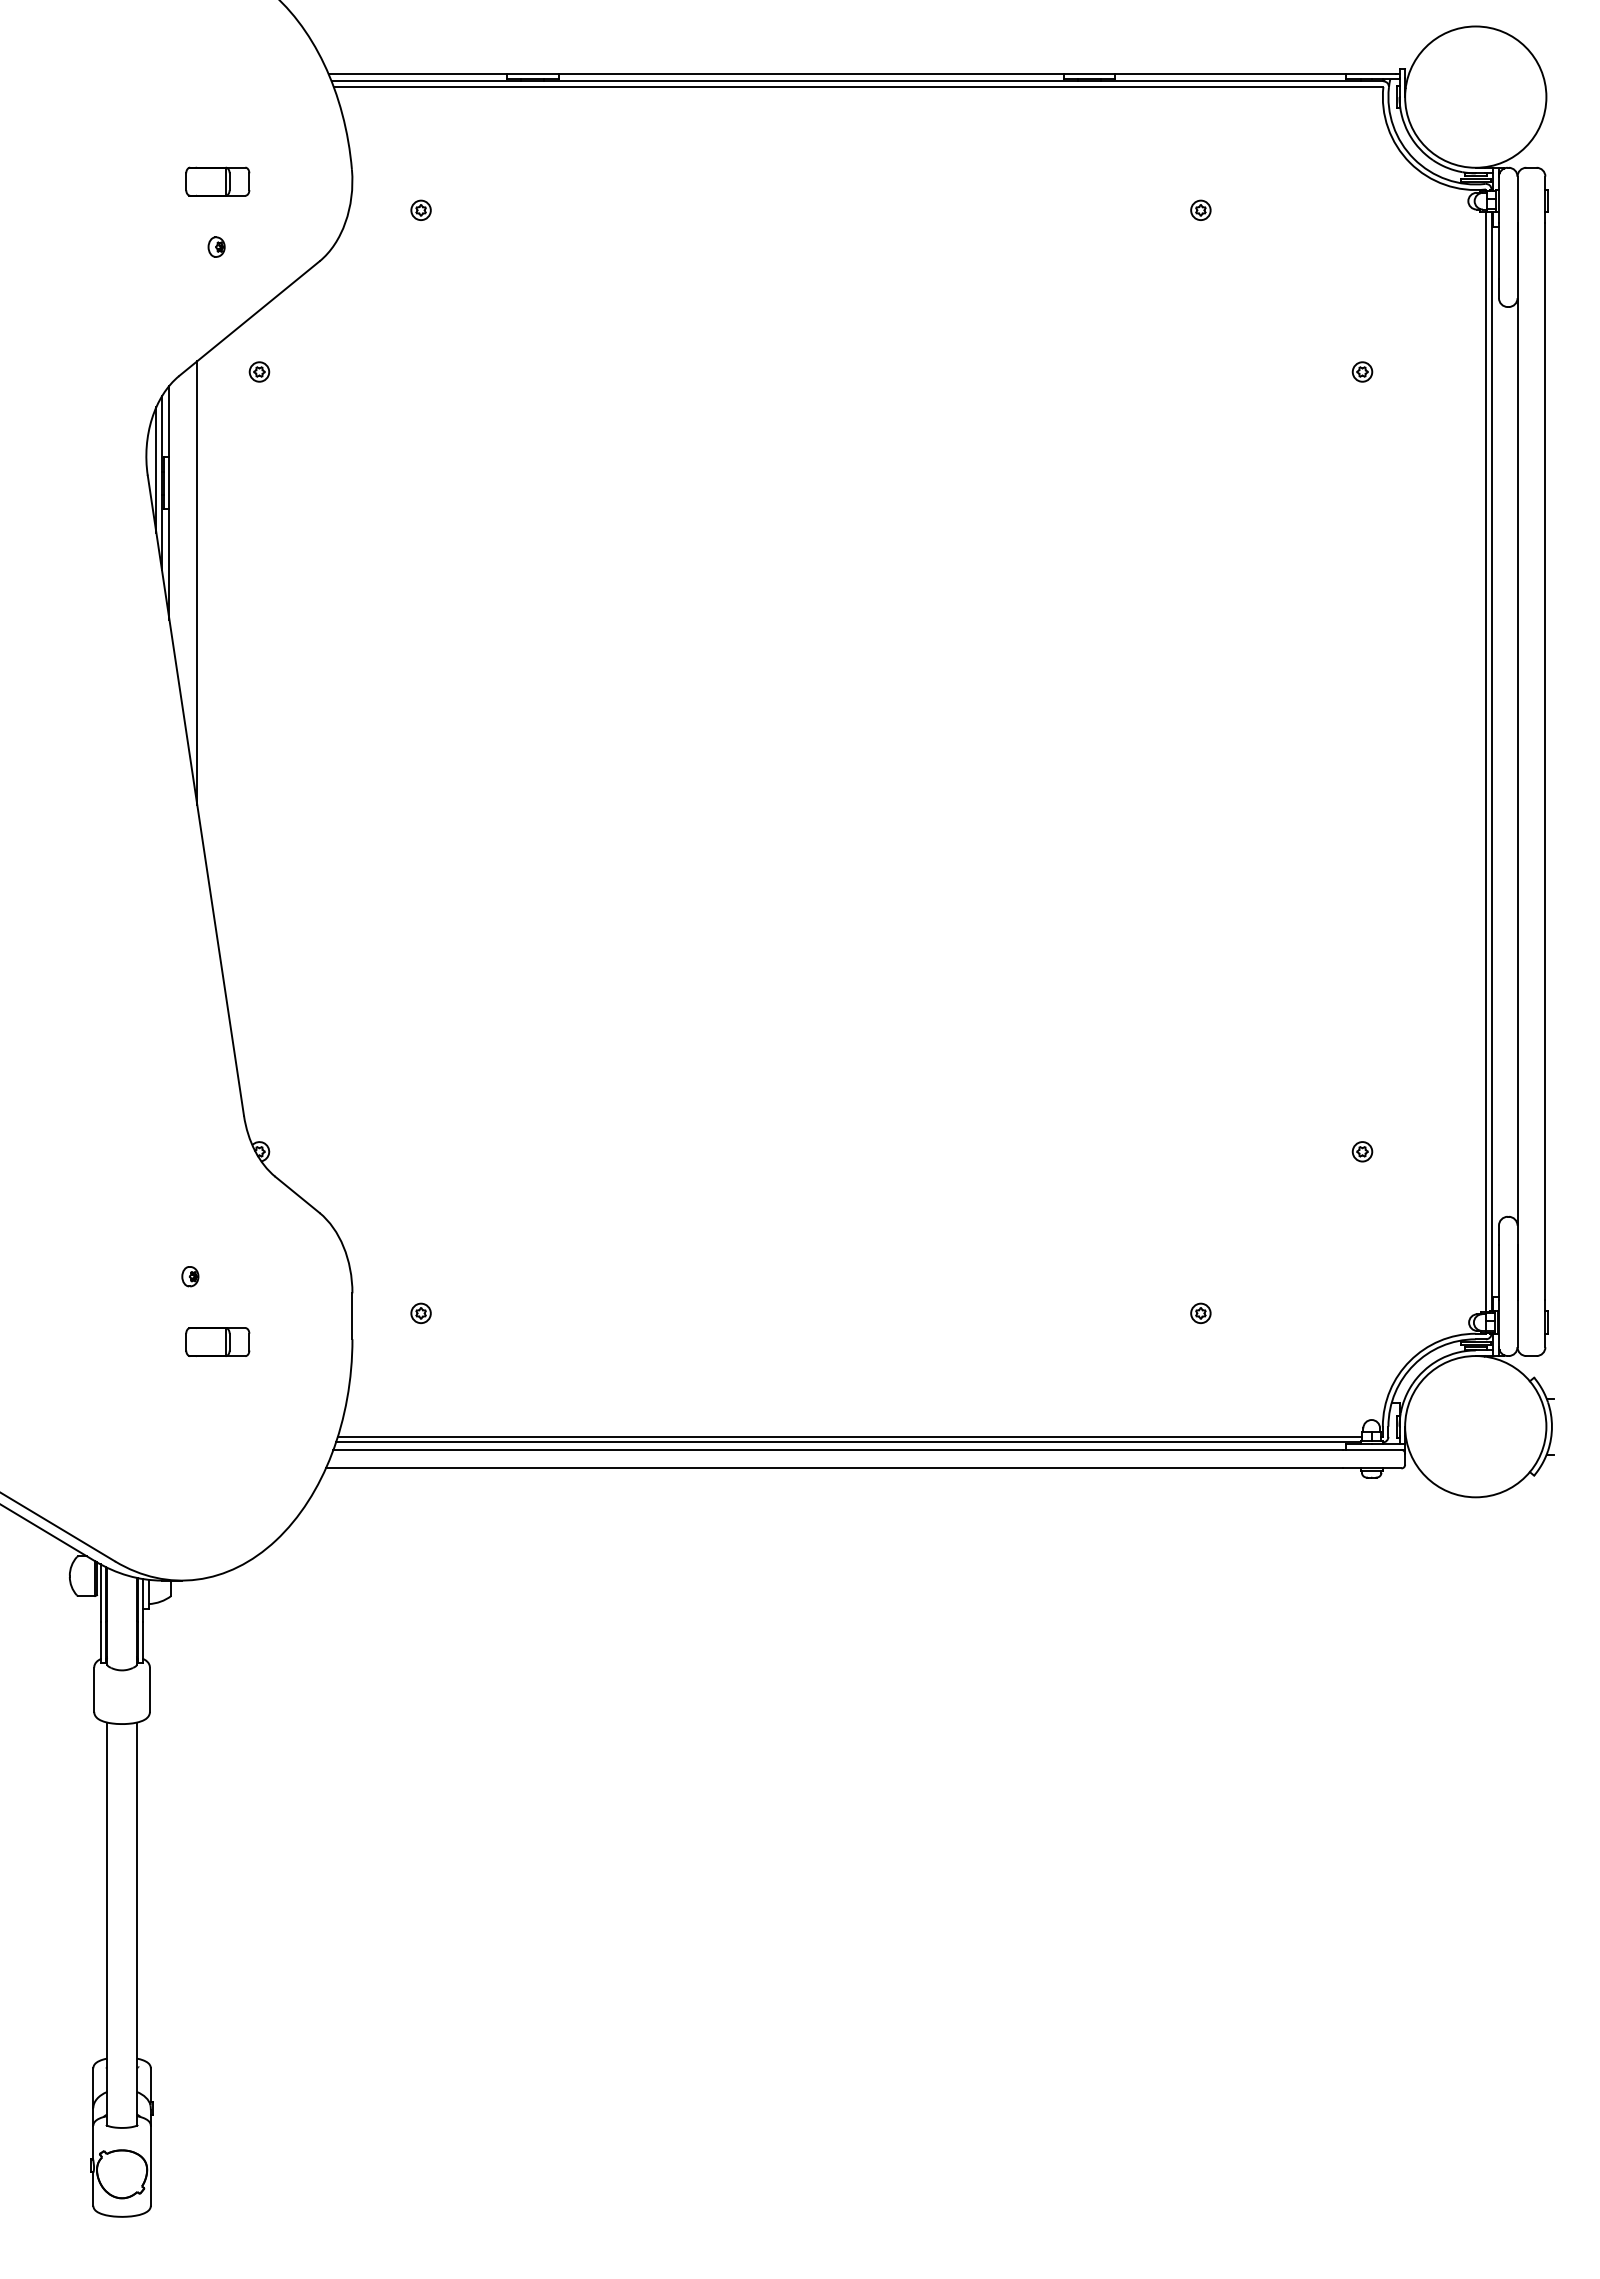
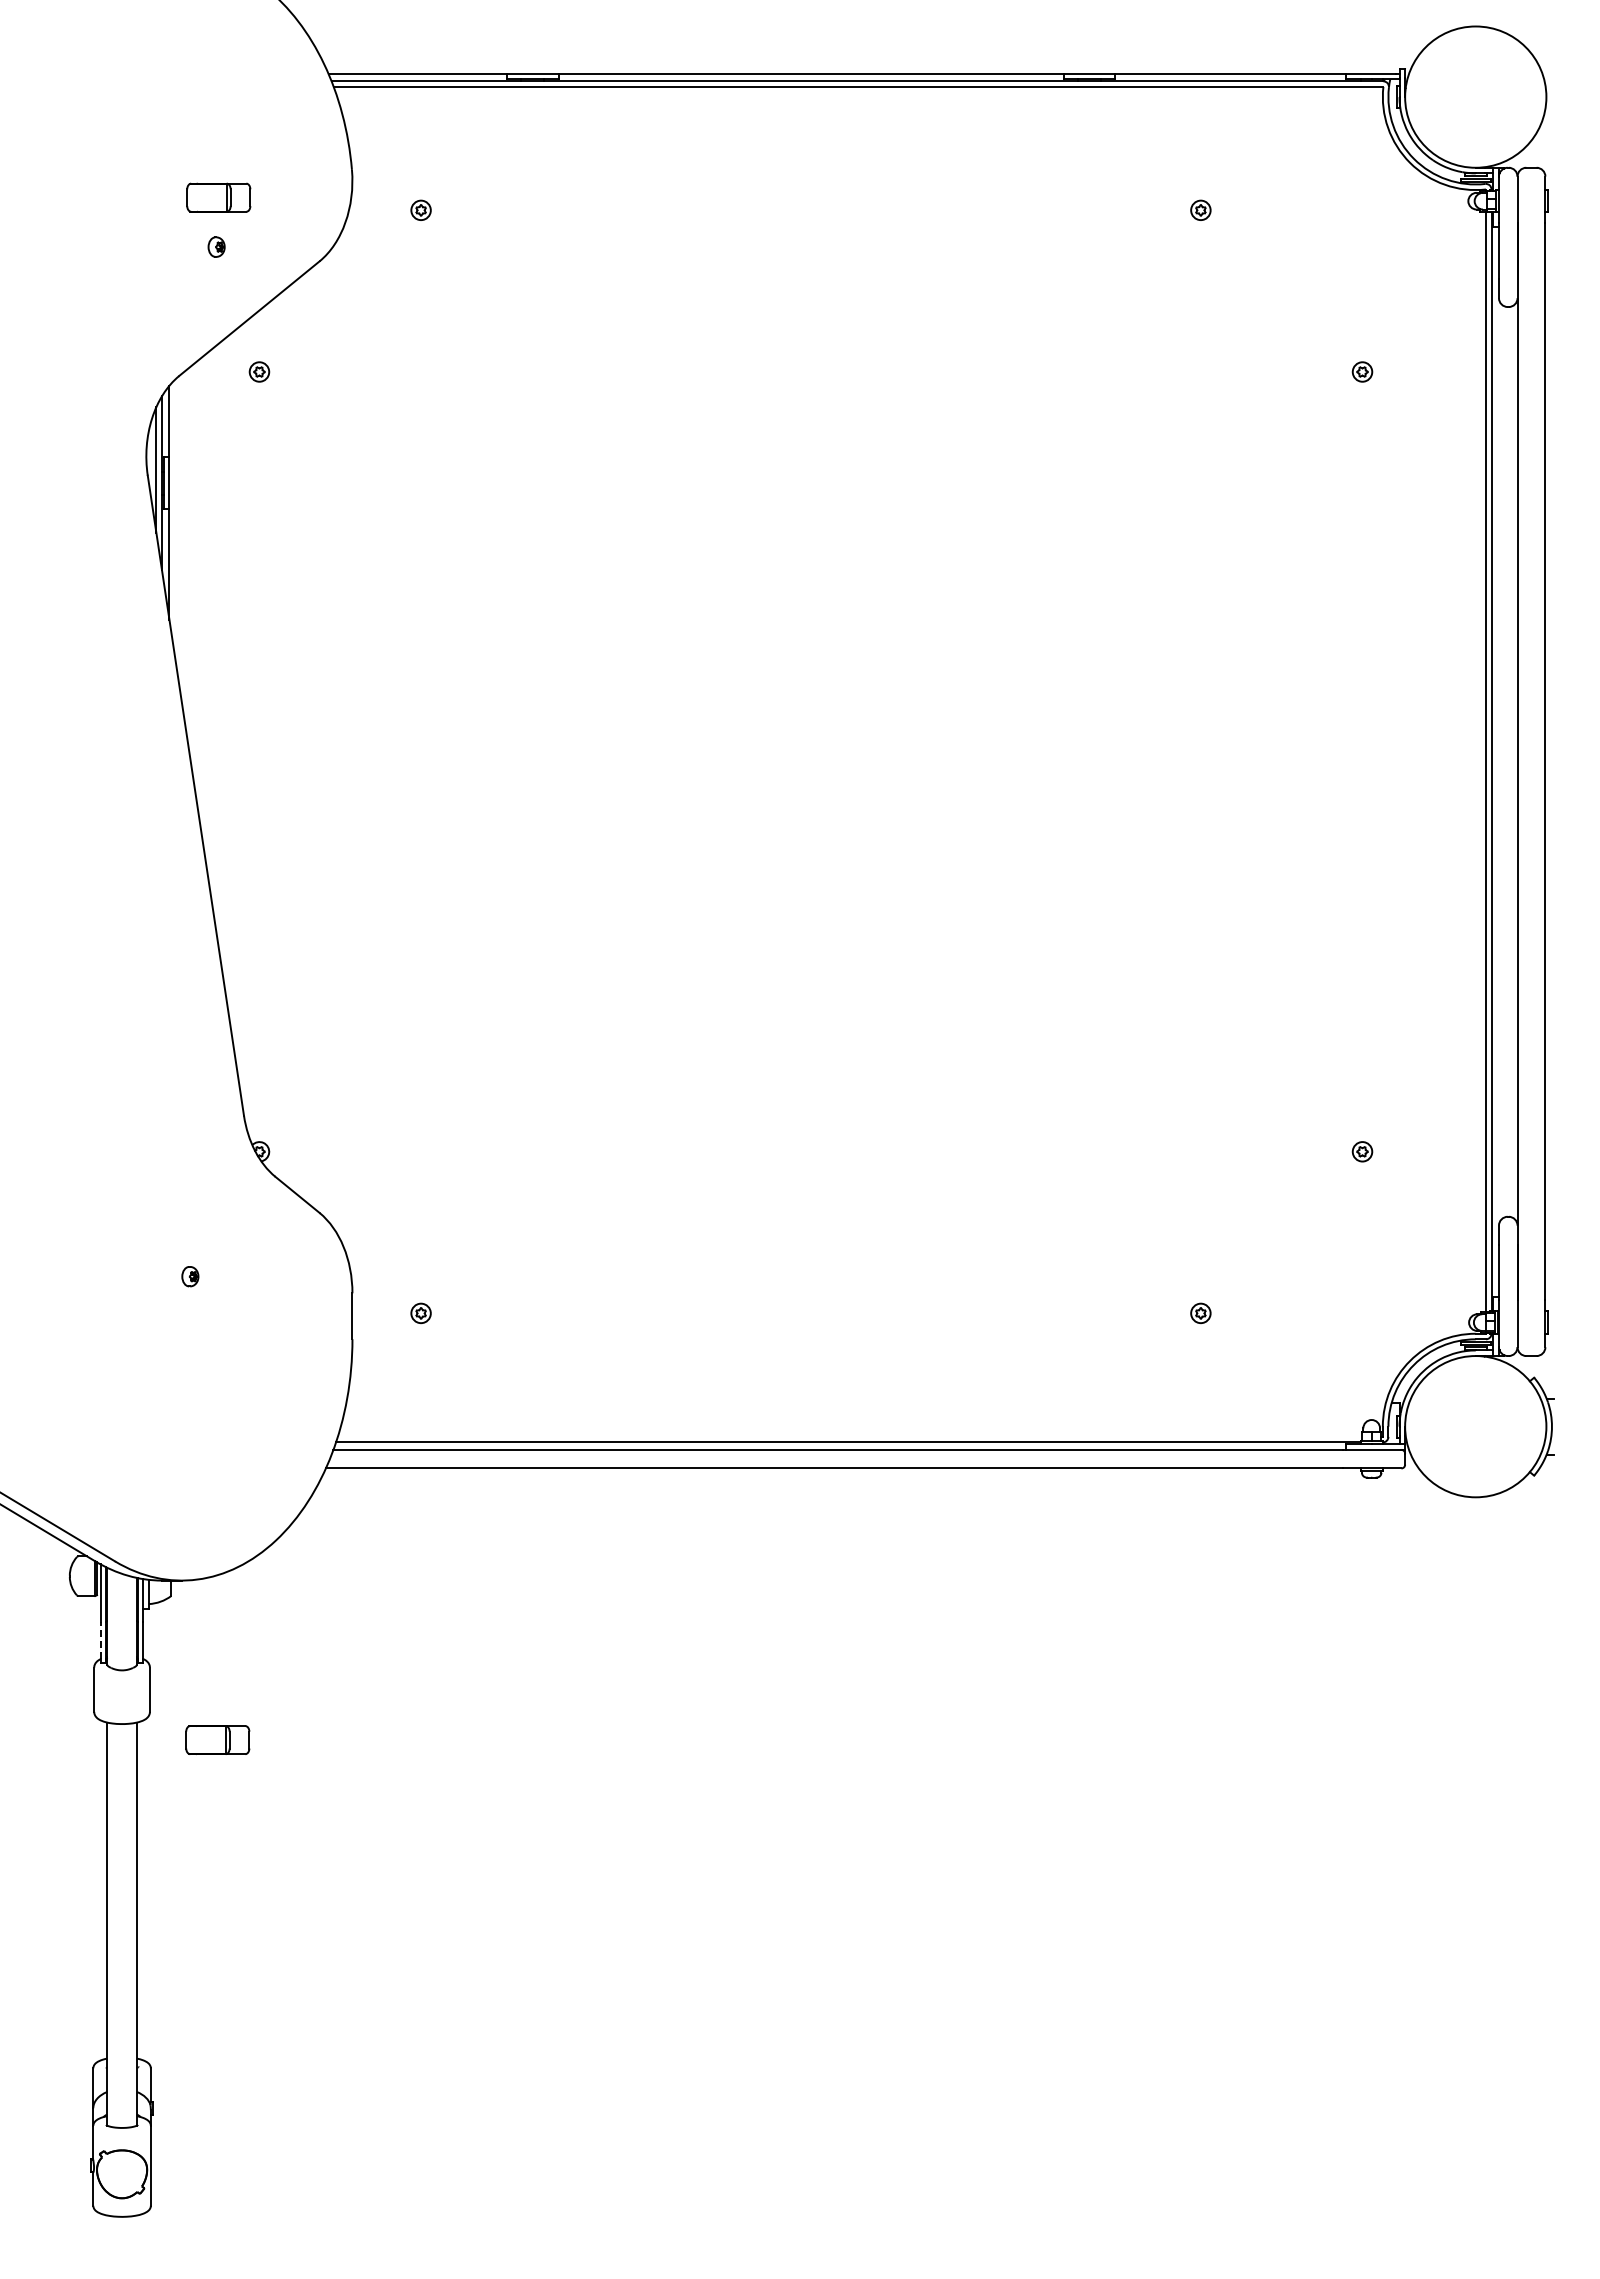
part at (217, 181) position: (217, 181) -> (218, 197)
line at (197, 583): present -> none
part at (217, 1341) position: (217, 1341) -> (217, 1739)
line at (849, 1436): present -> none
line at (100, 1640): solid -> dashed
